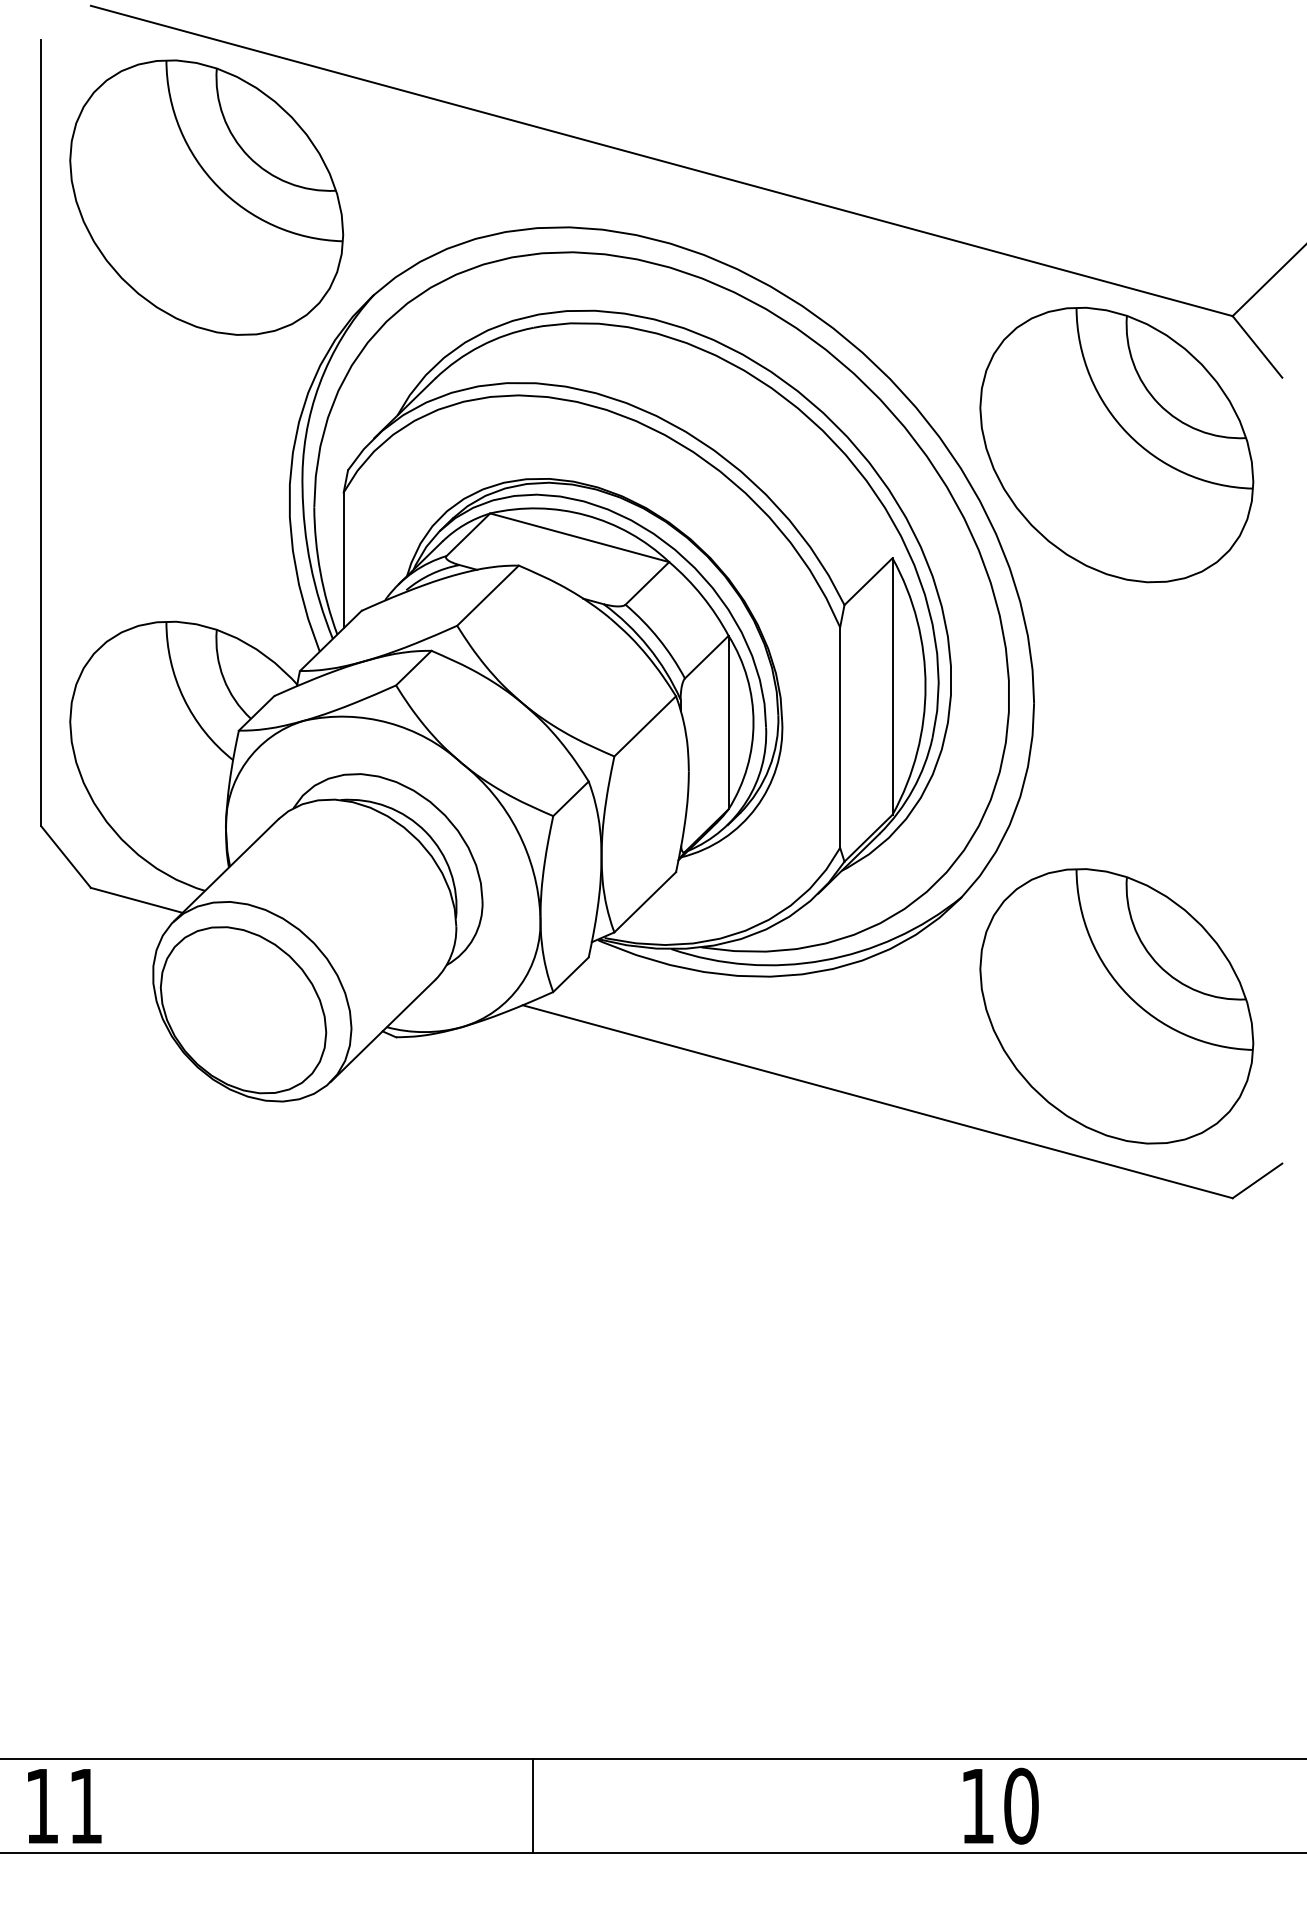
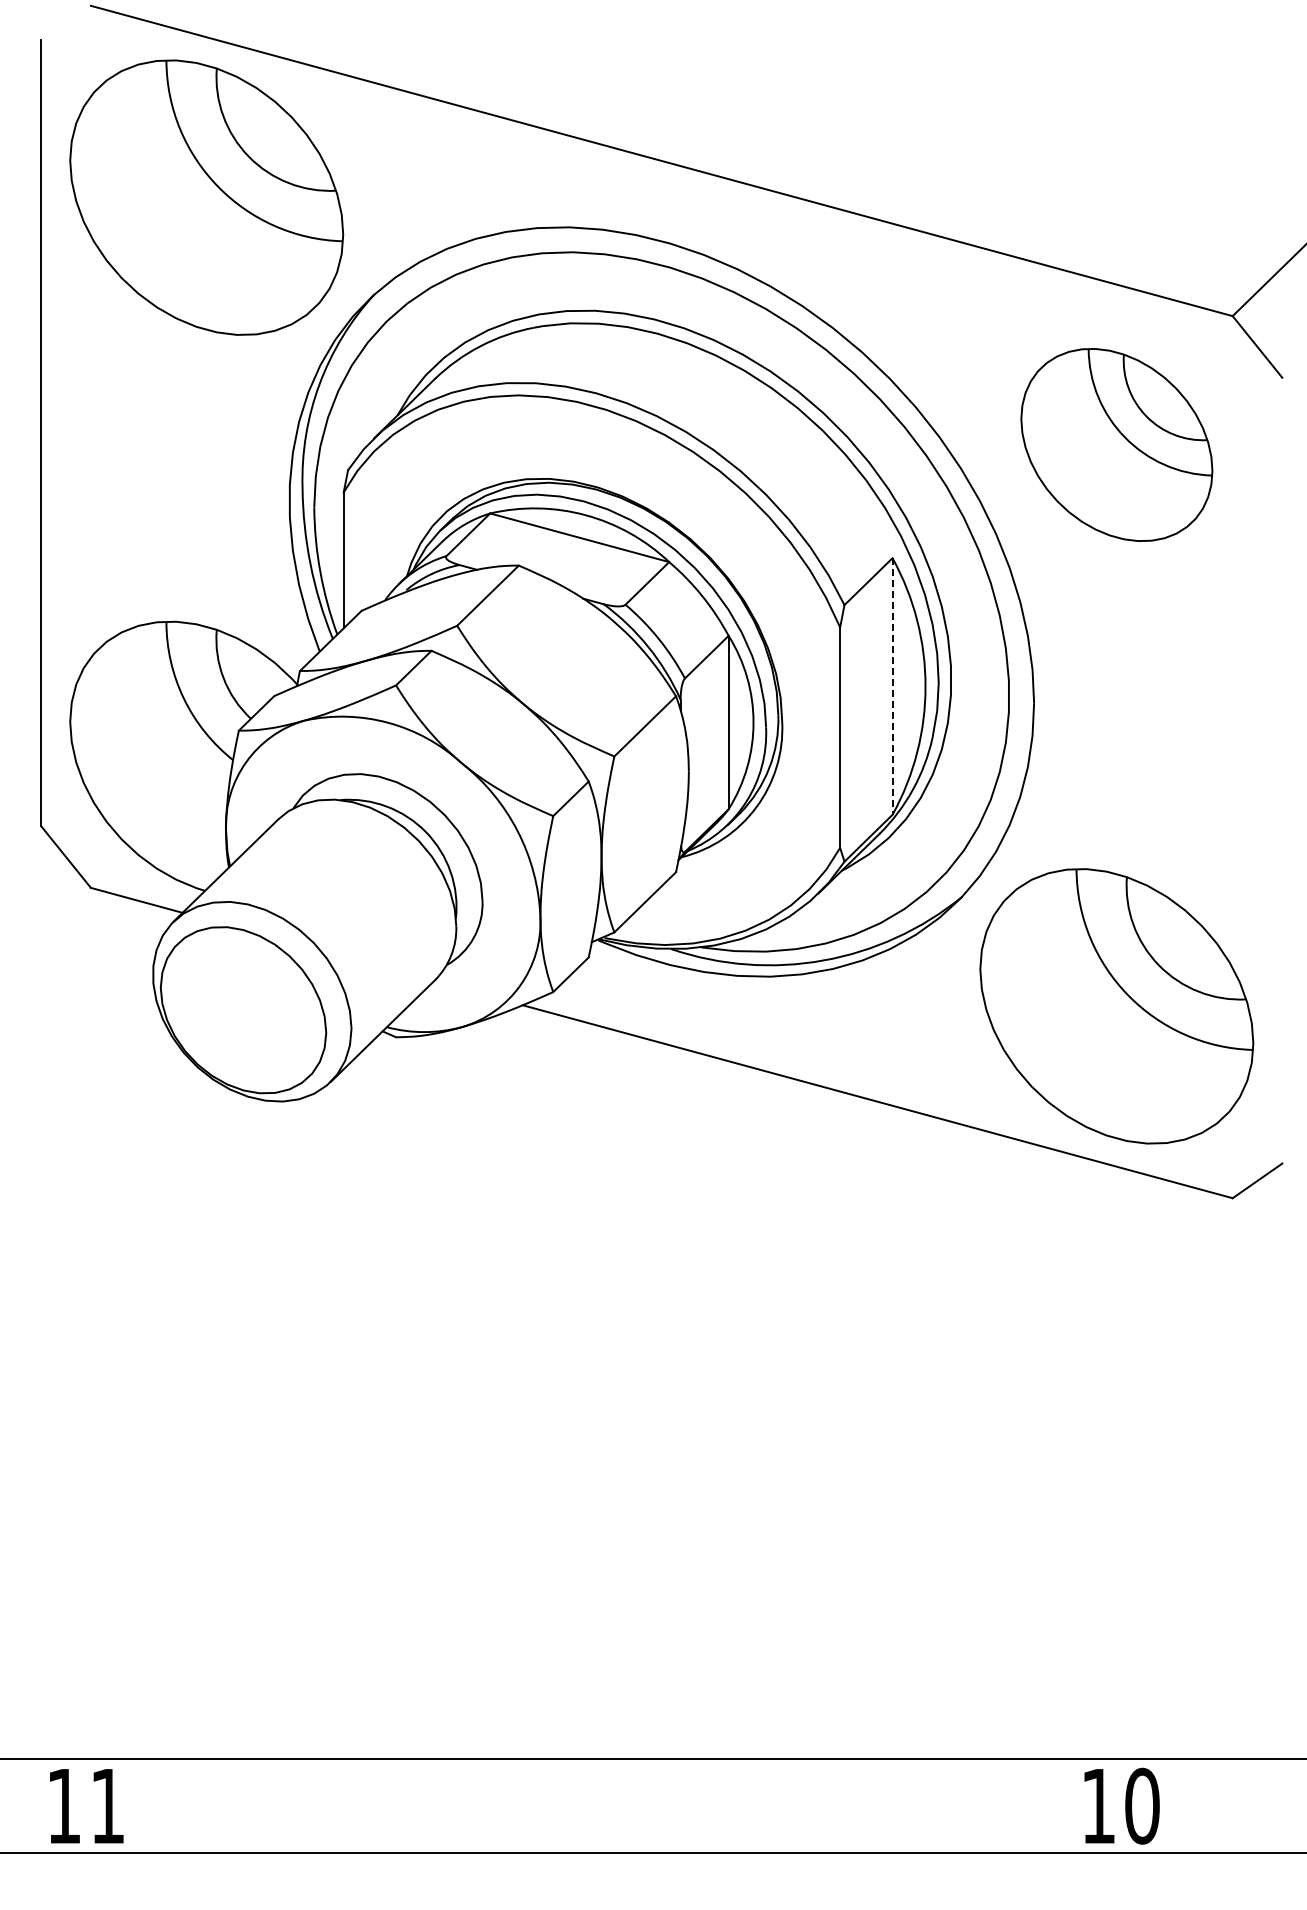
part at (1116, 444) size: 276x278 px -> 194x194 px
line at (892, 687): solid -> dashed
line at (533, 1805): present -> none
text at (1000, 1805) position: (1000, 1805) -> (1121, 1805)
text at (64, 1806) position: (64, 1806) -> (86, 1806)
